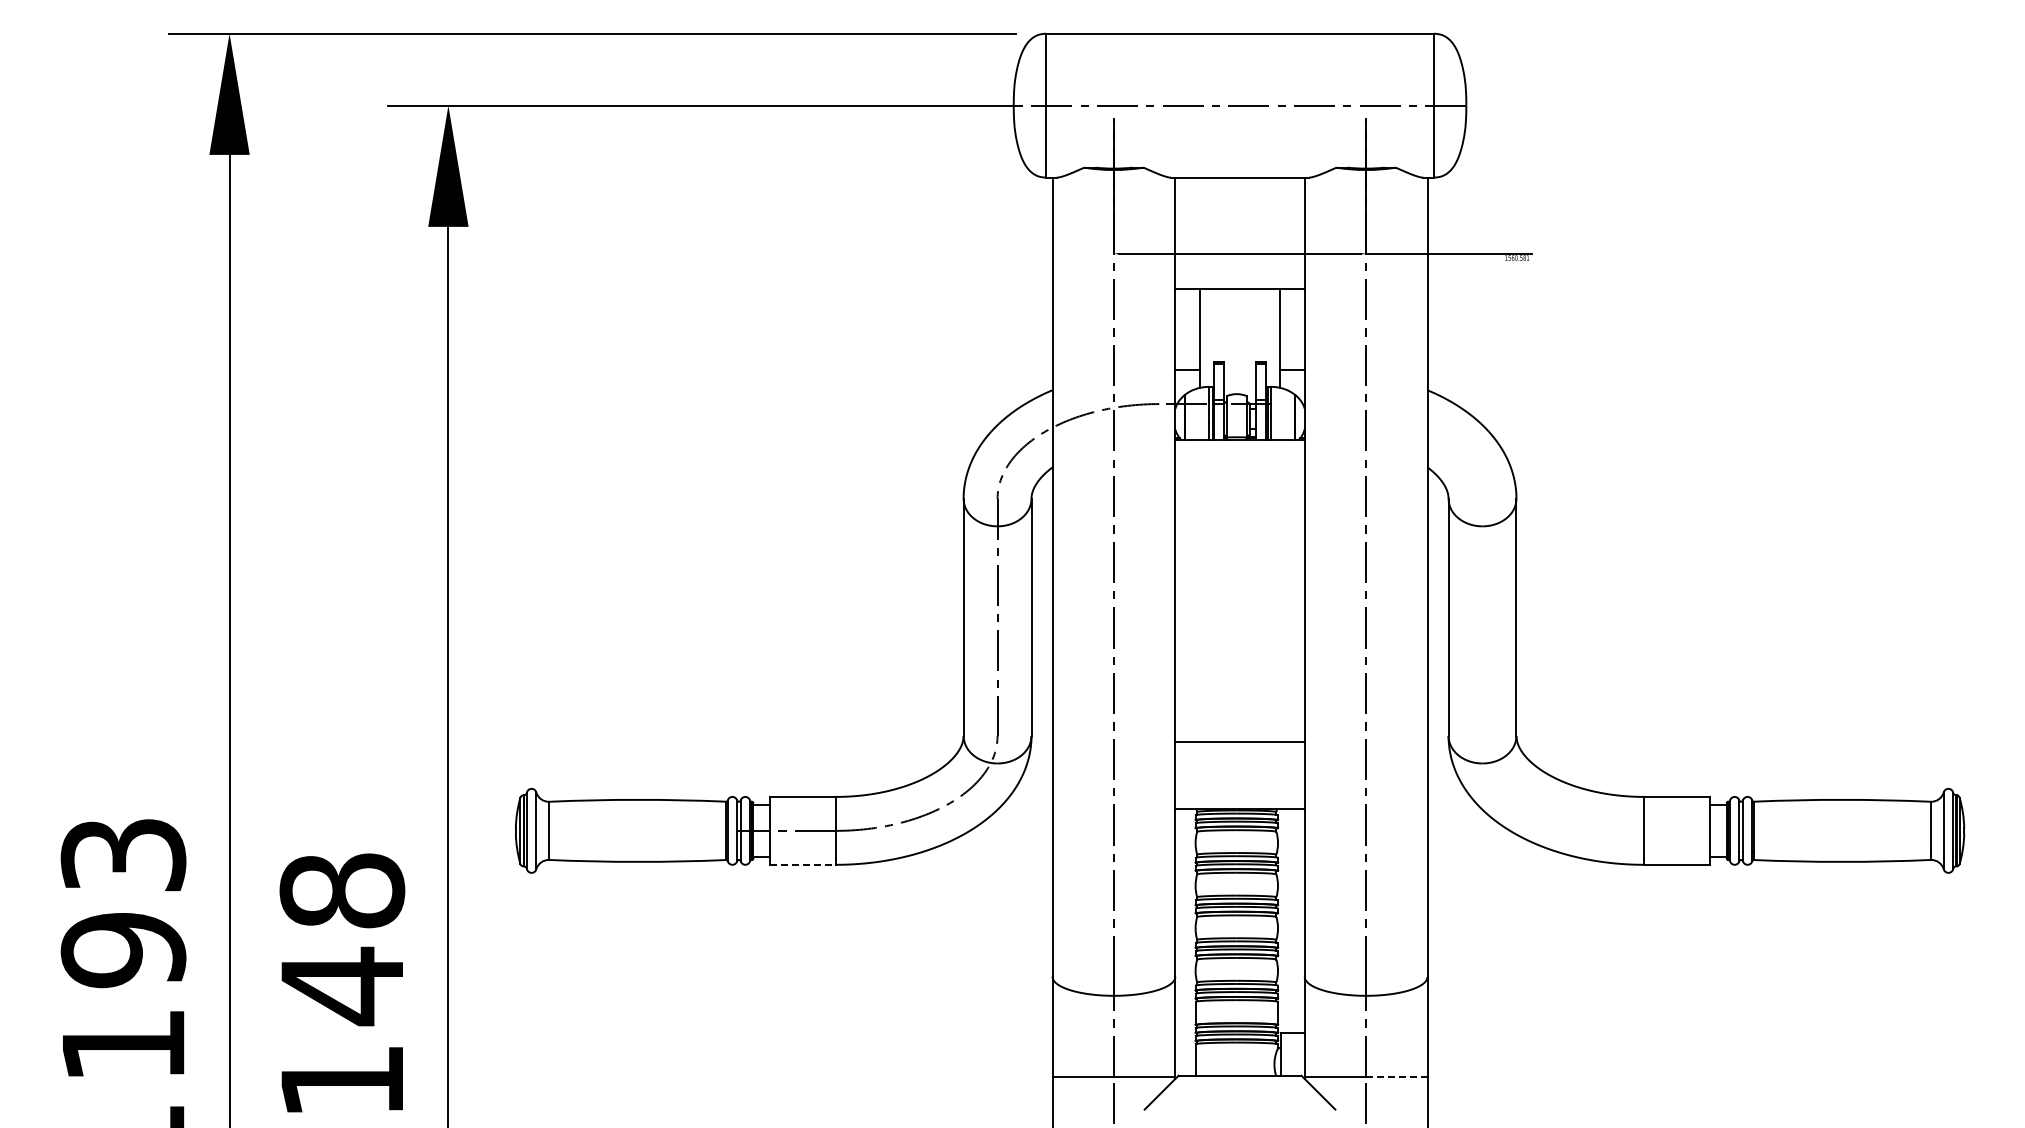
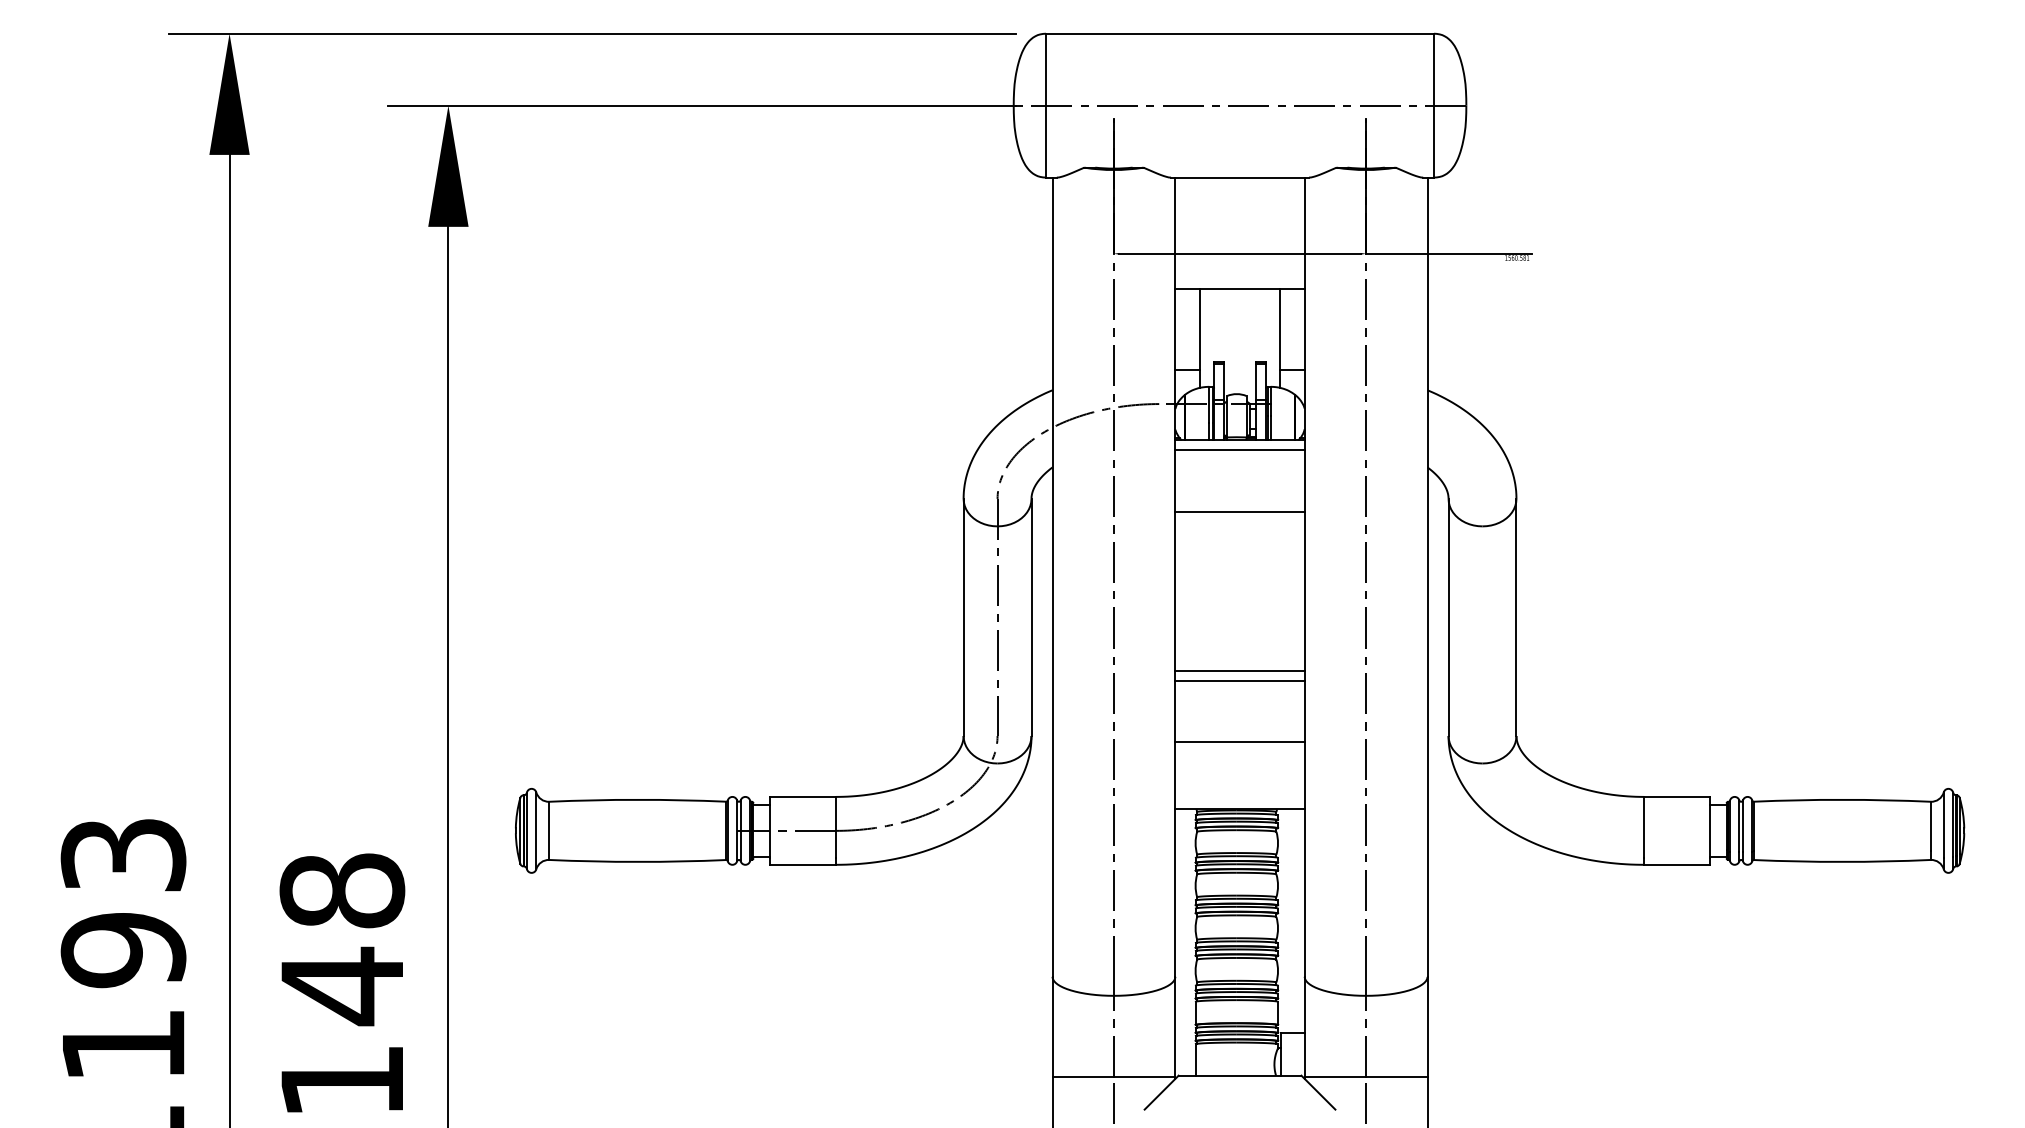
line at (1239, 450): none -> present
line at (1239, 511): none -> present
line at (1239, 670): none -> present
line at (1239, 680): none -> present
line at (803, 864): dashed -> solid
line at (1396, 1076): dashed -> solid
